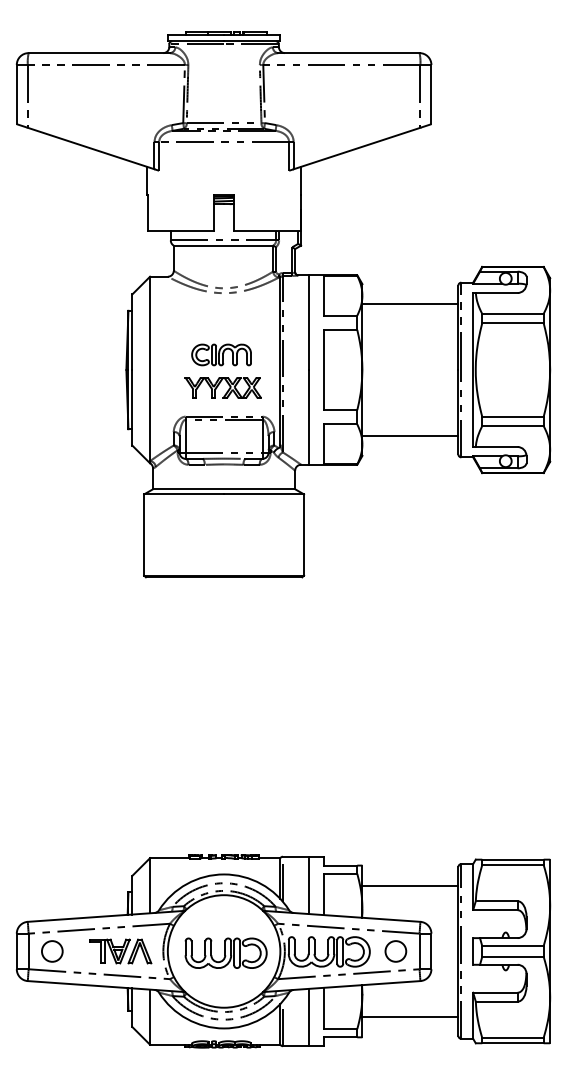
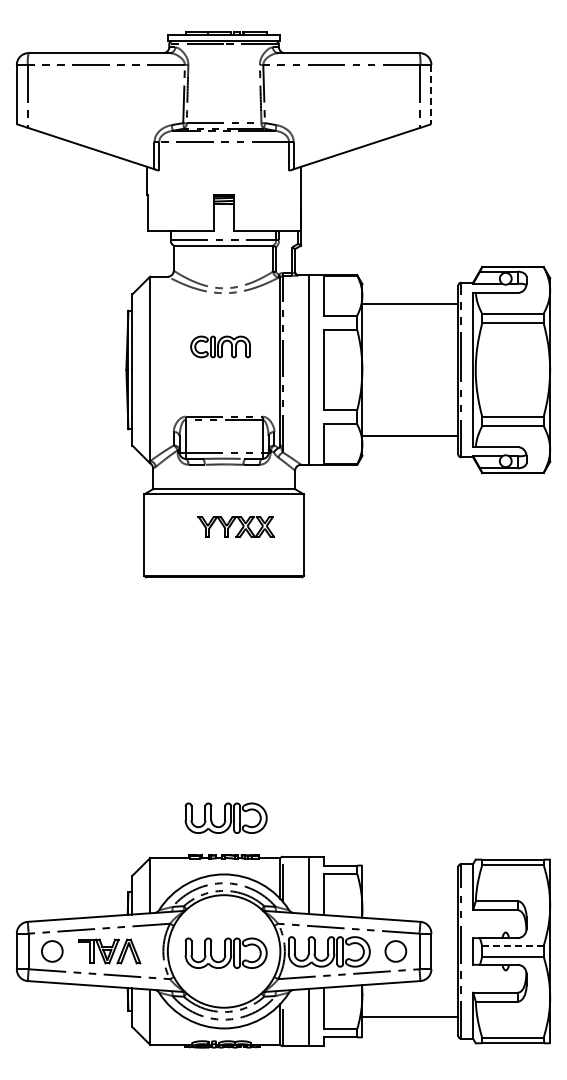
line at (431, 94): solid -> dashed
part at (221, 354) position: (221, 354) -> (220, 346)
part at (222, 387) position: (222, 387) -> (235, 526)
part at (225, 817): none -> present
line at (410, 885): present -> none
line at (512, 946): solid -> dashed
part at (120, 951) position: (120, 951) -> (109, 951)
